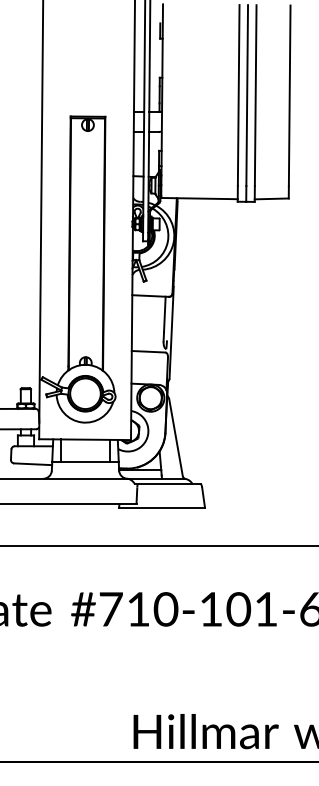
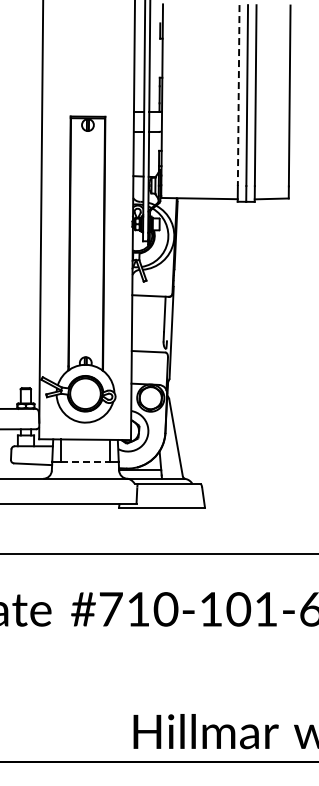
line at (238, 96): solid -> dashed
line at (85, 461): solid -> dashed
line at (158, 545) position: (158, 545) -> (158, 553)
